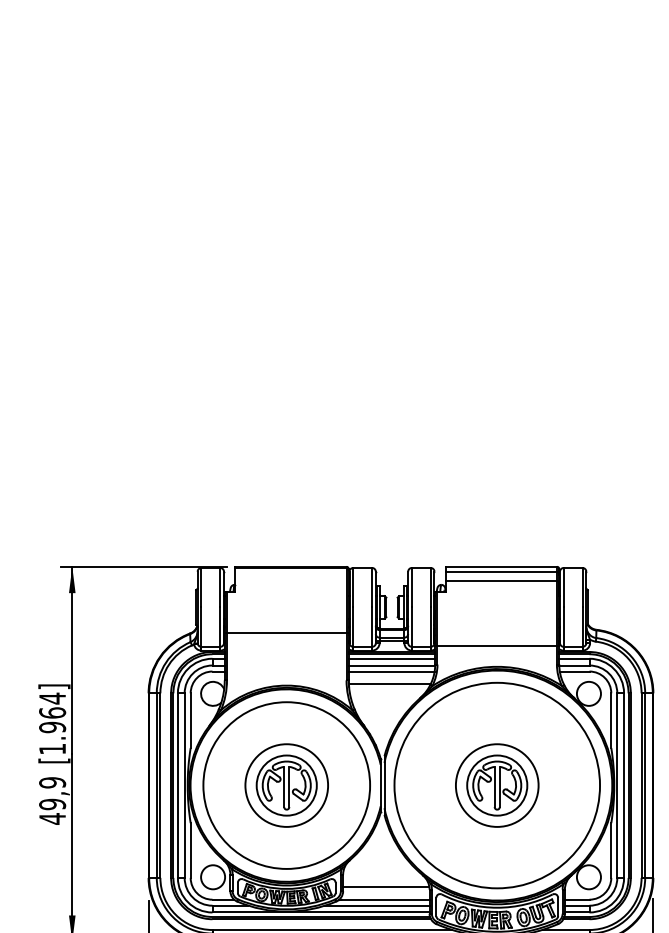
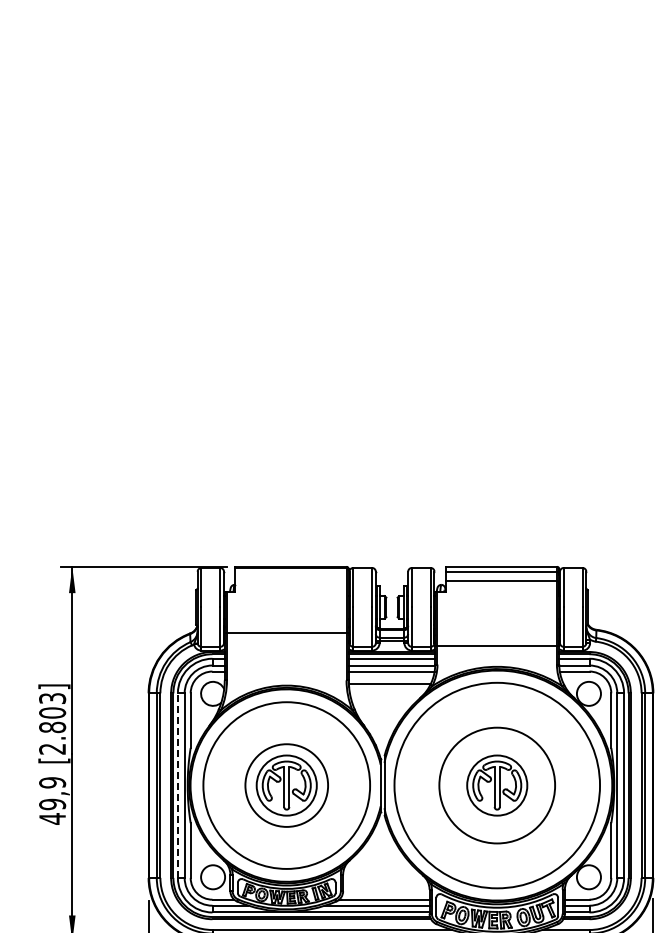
text at (52, 723): [1.964] -> [2.803]
line at (177, 785): solid -> dashed
circle at (496, 785) diameter: 83 px -> 116 px
line at (386, 887): present -> none
